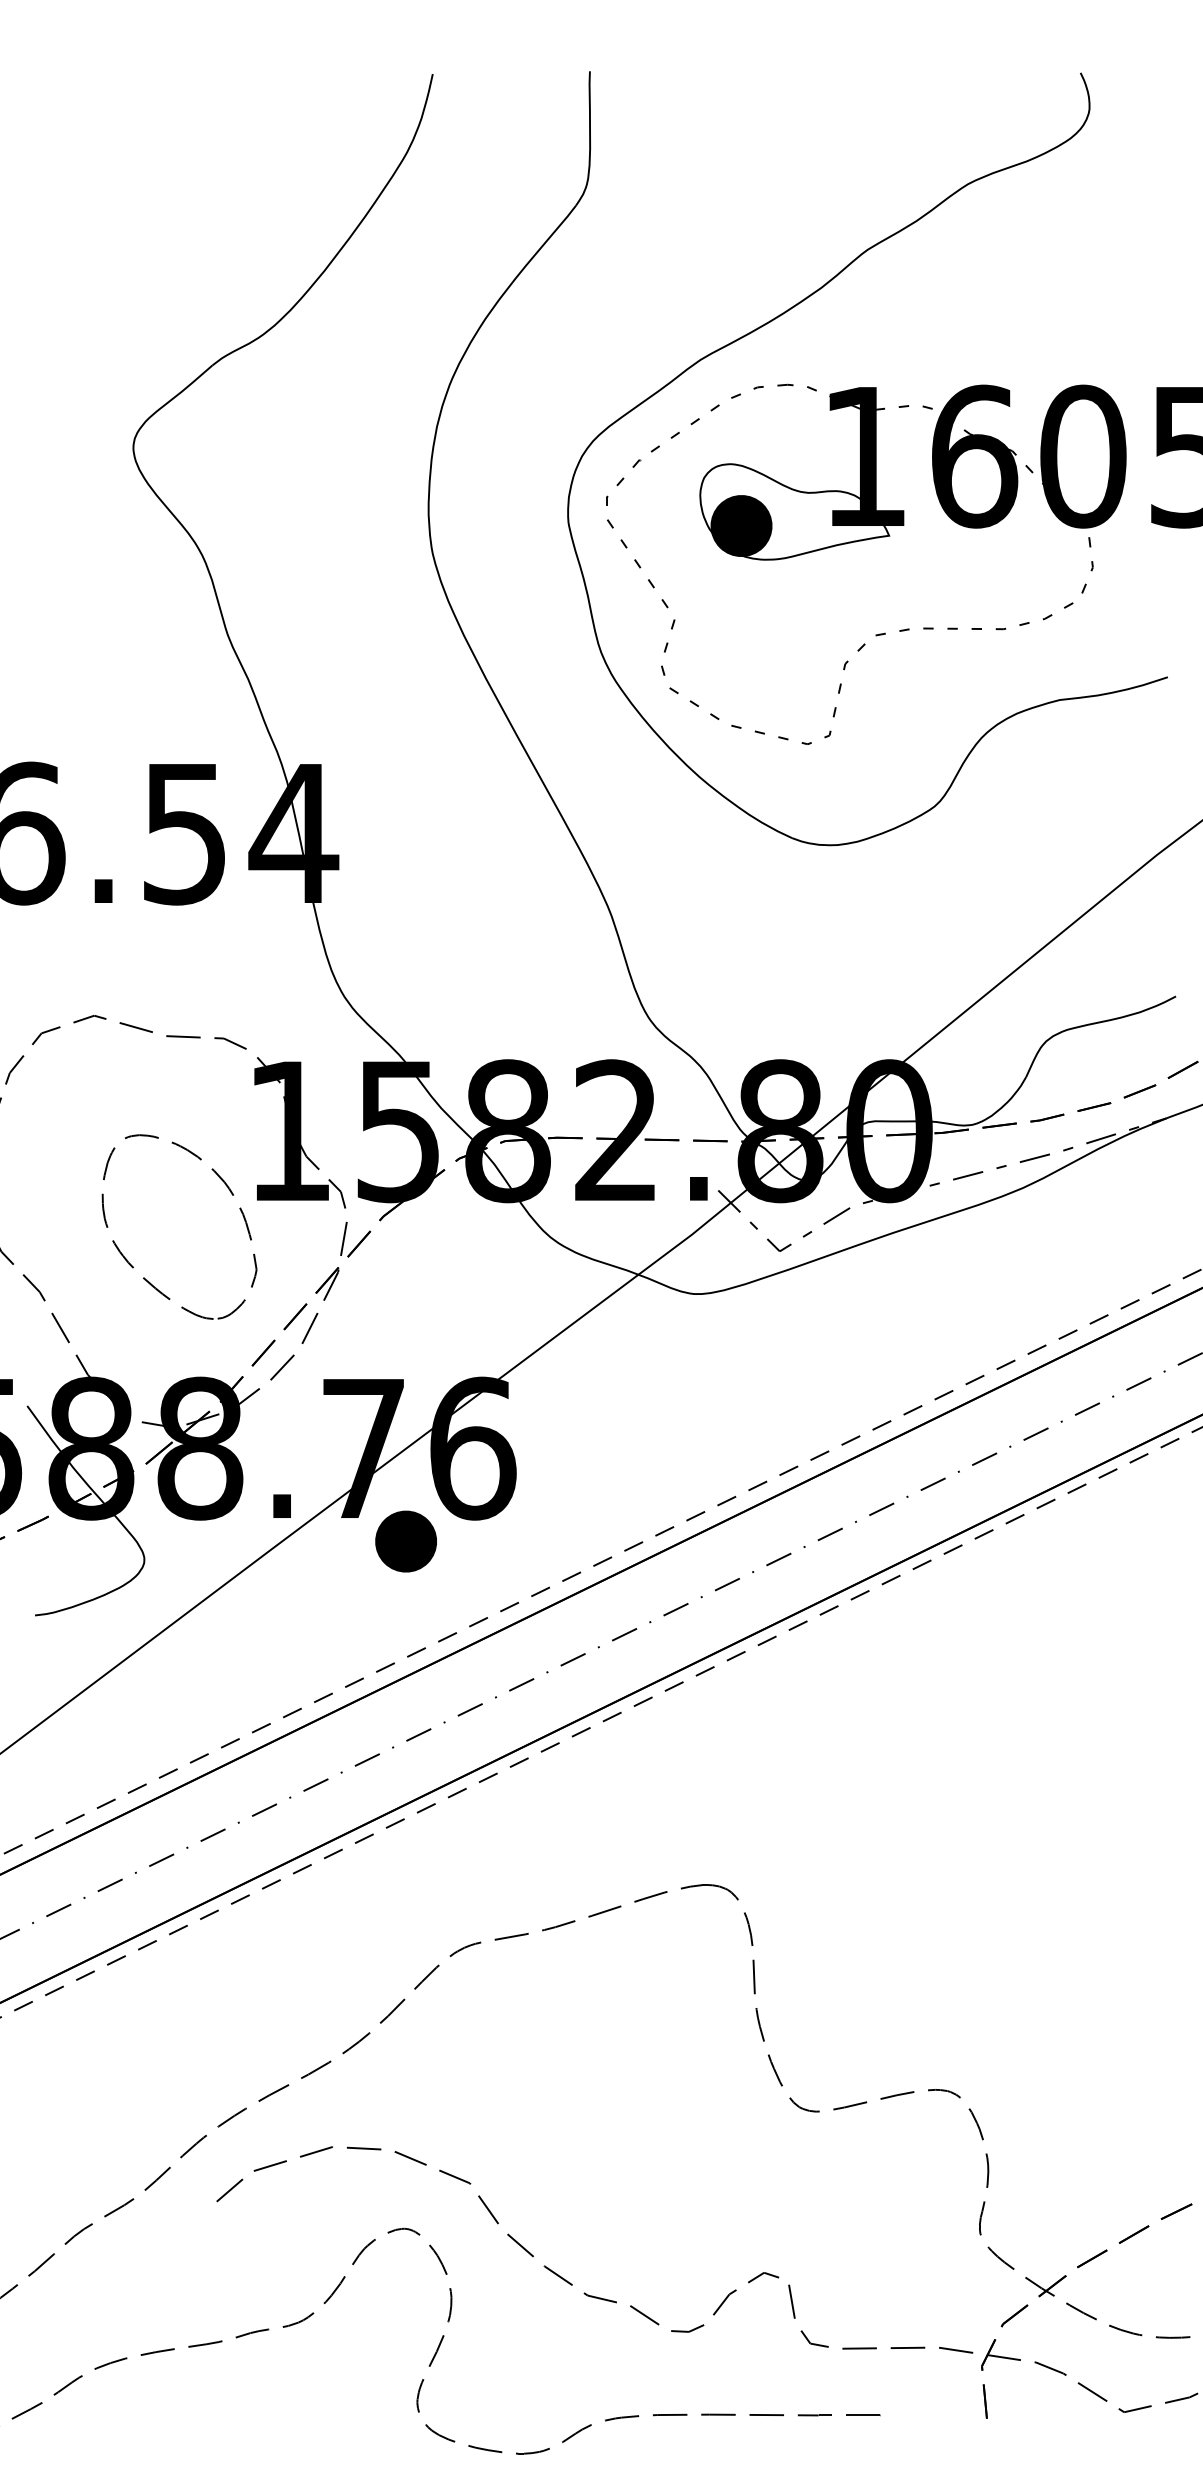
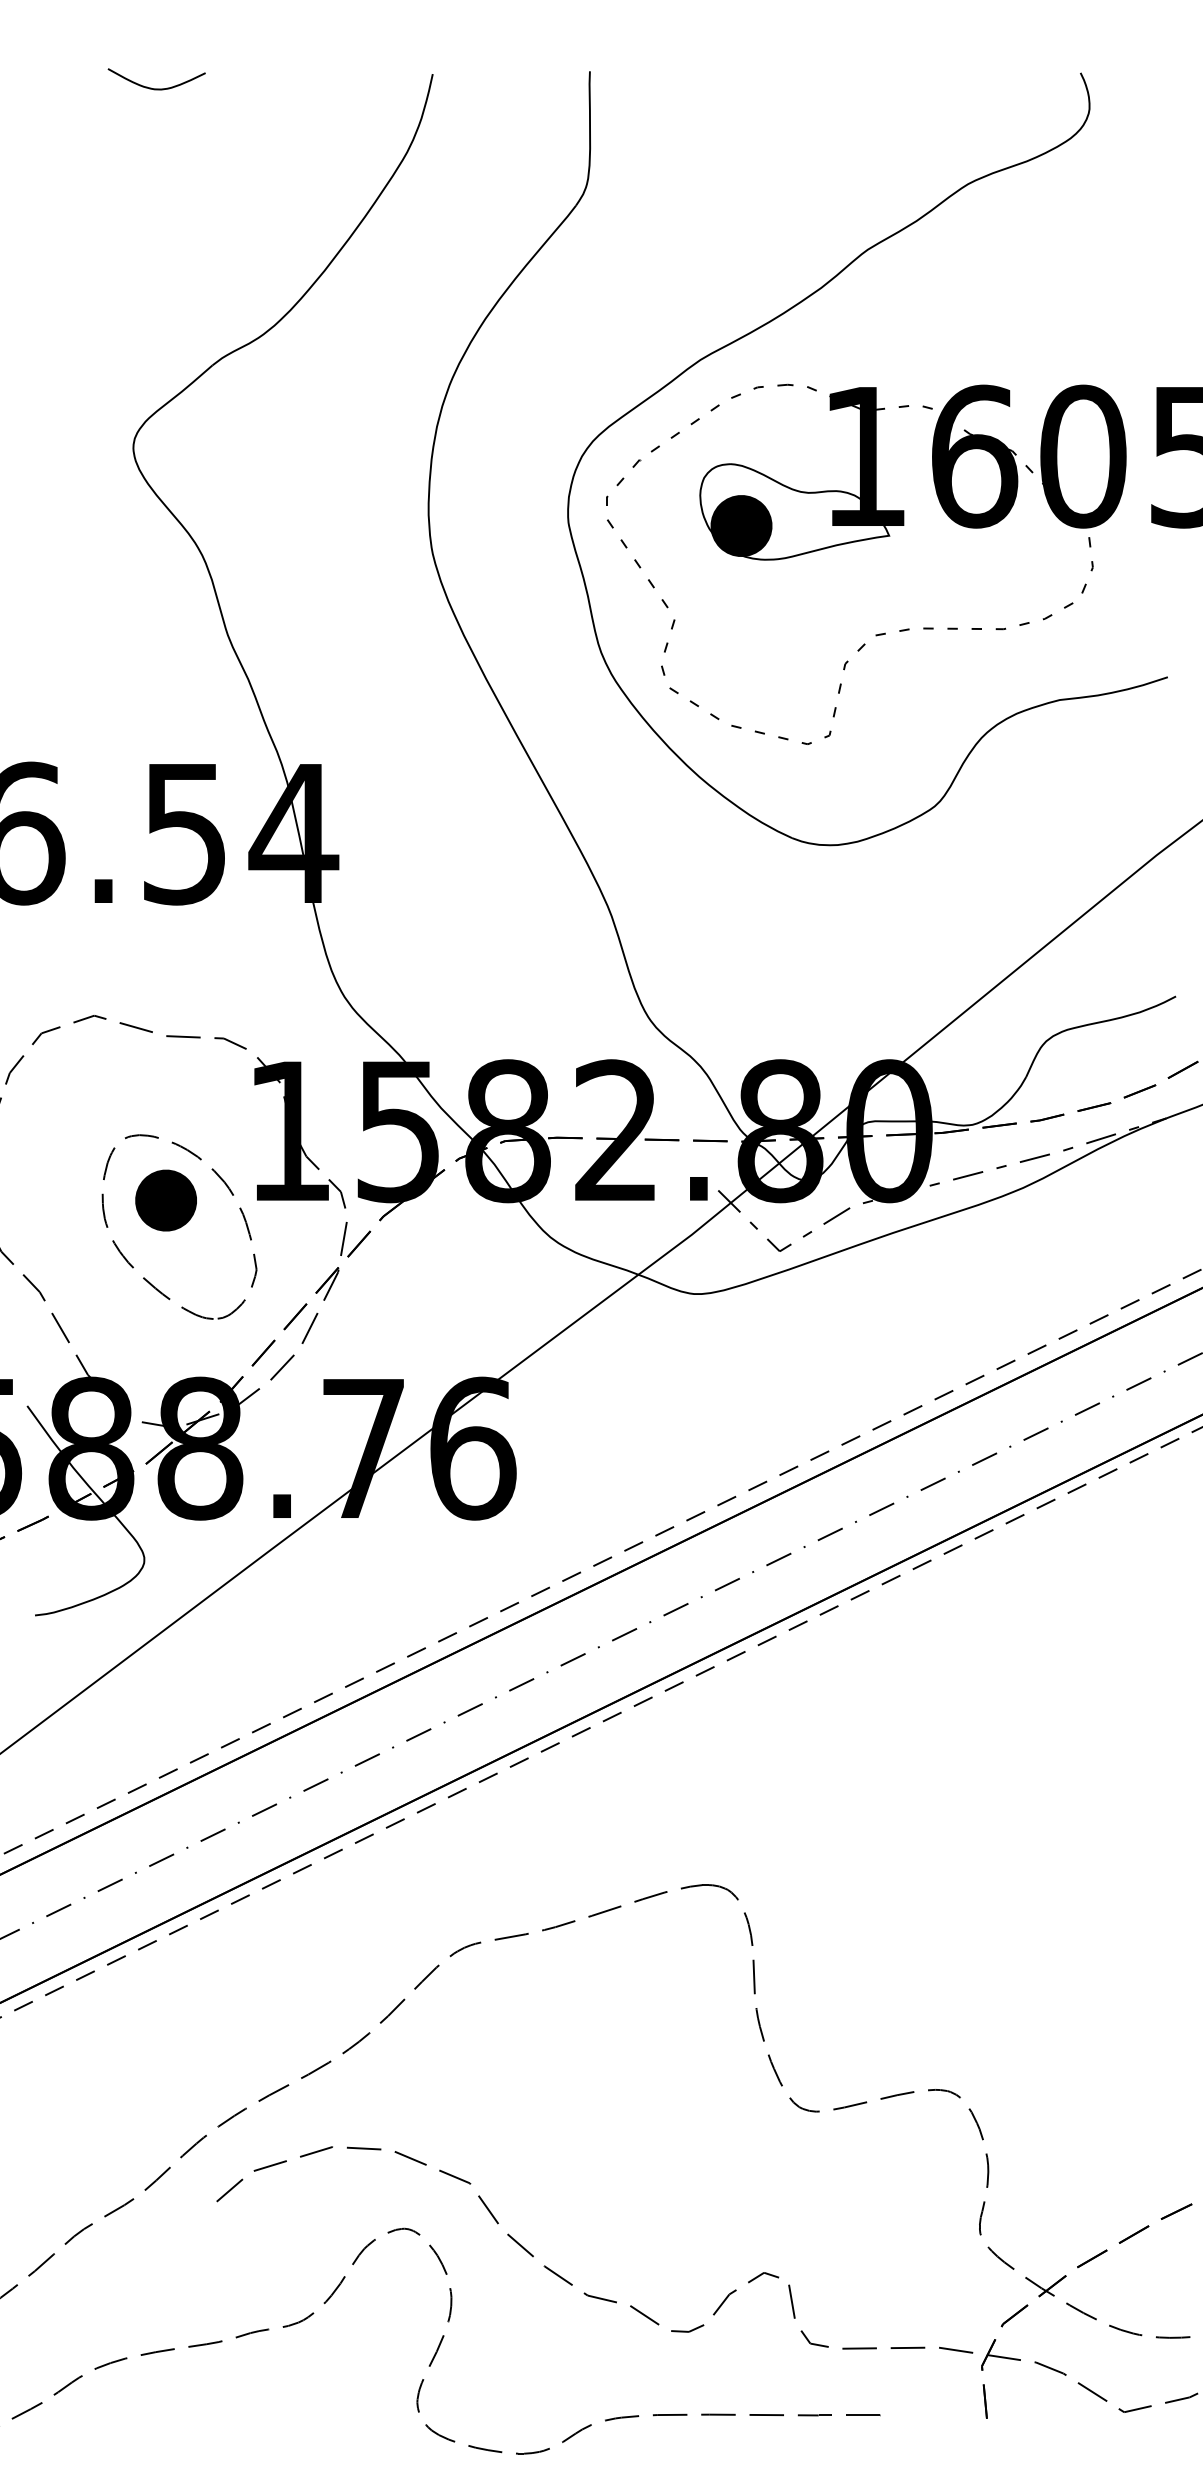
curve at (156, 88): none -> present
part at (405, 1541) position: (405, 1541) -> (165, 1200)
